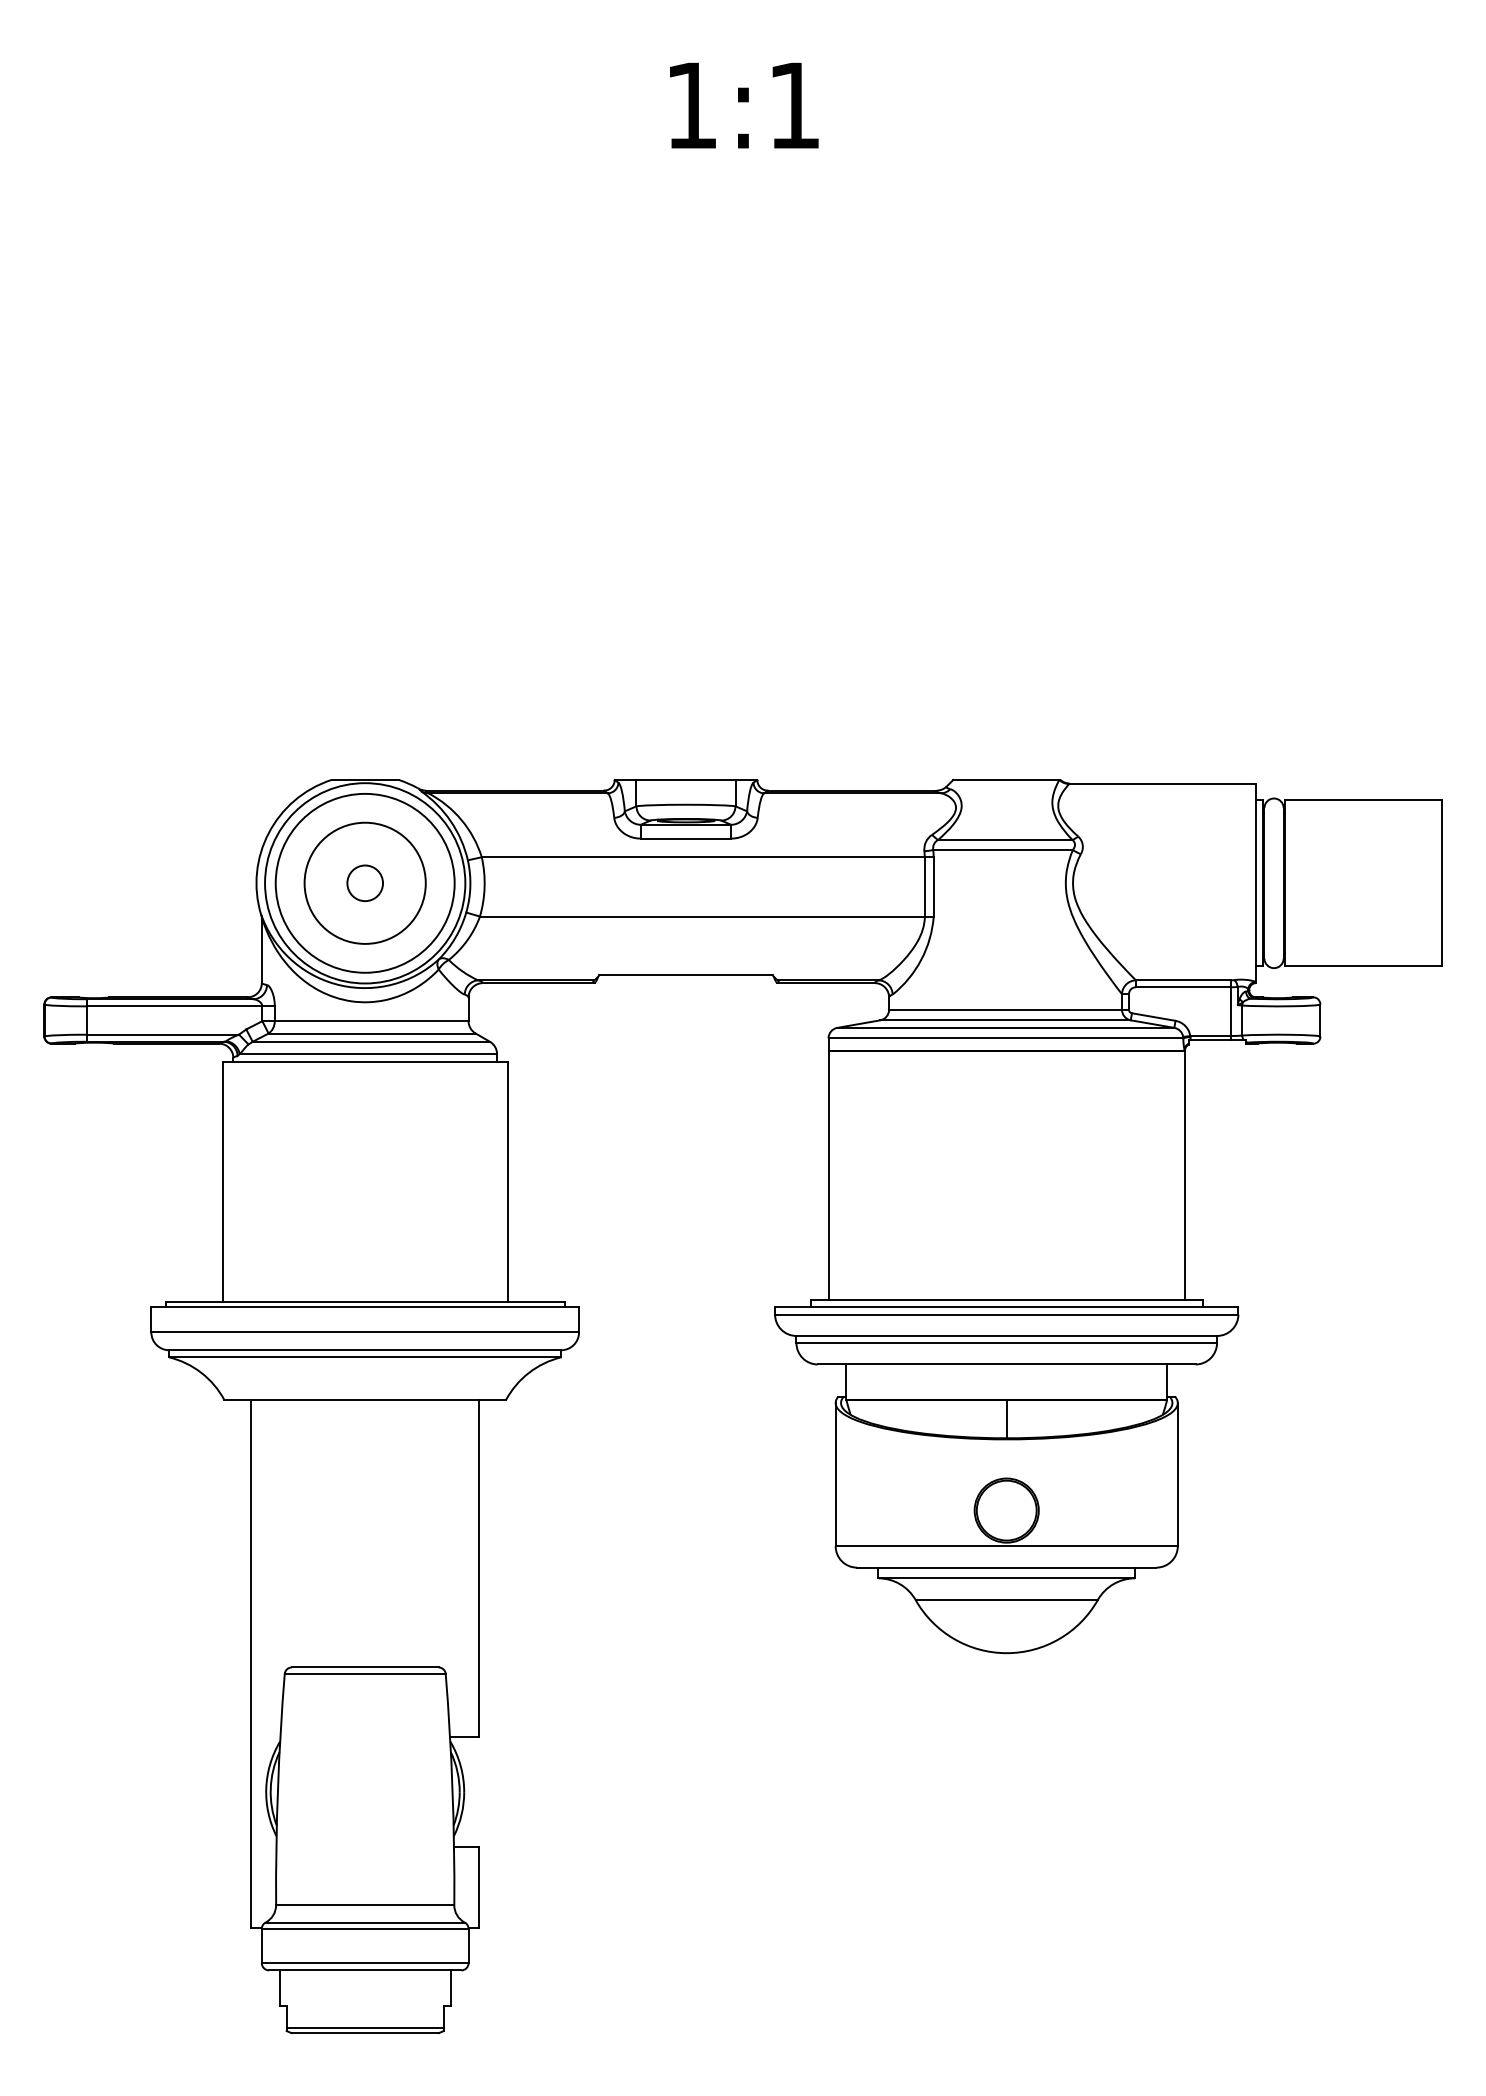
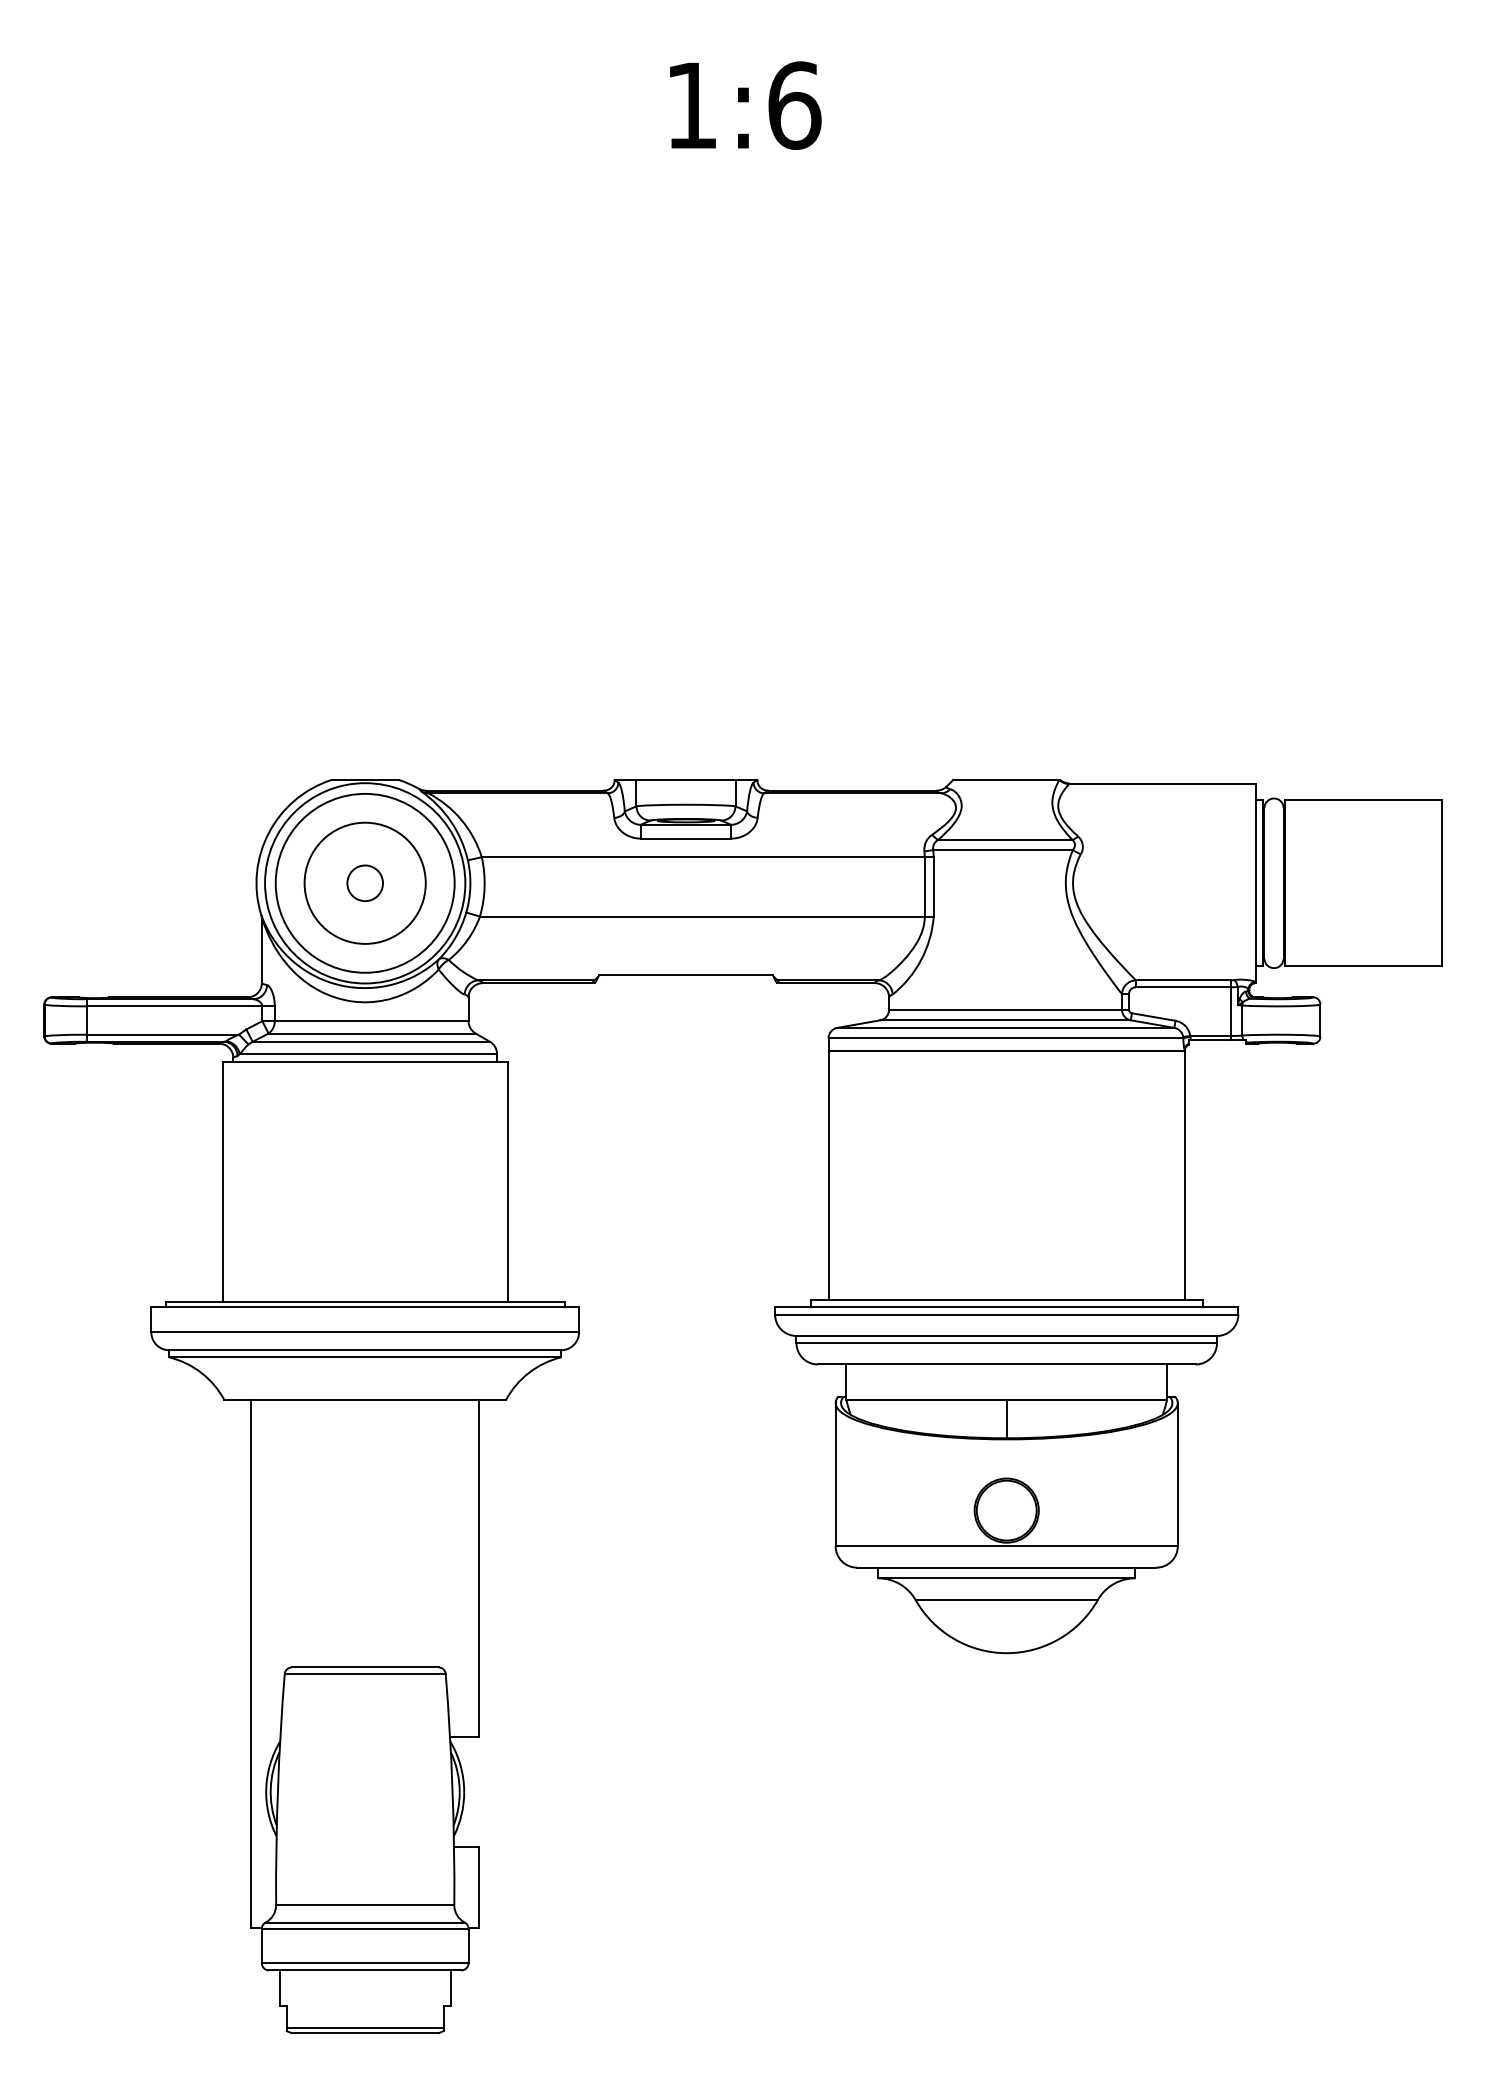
text at (794, 105): 1:1 -> 1:6
